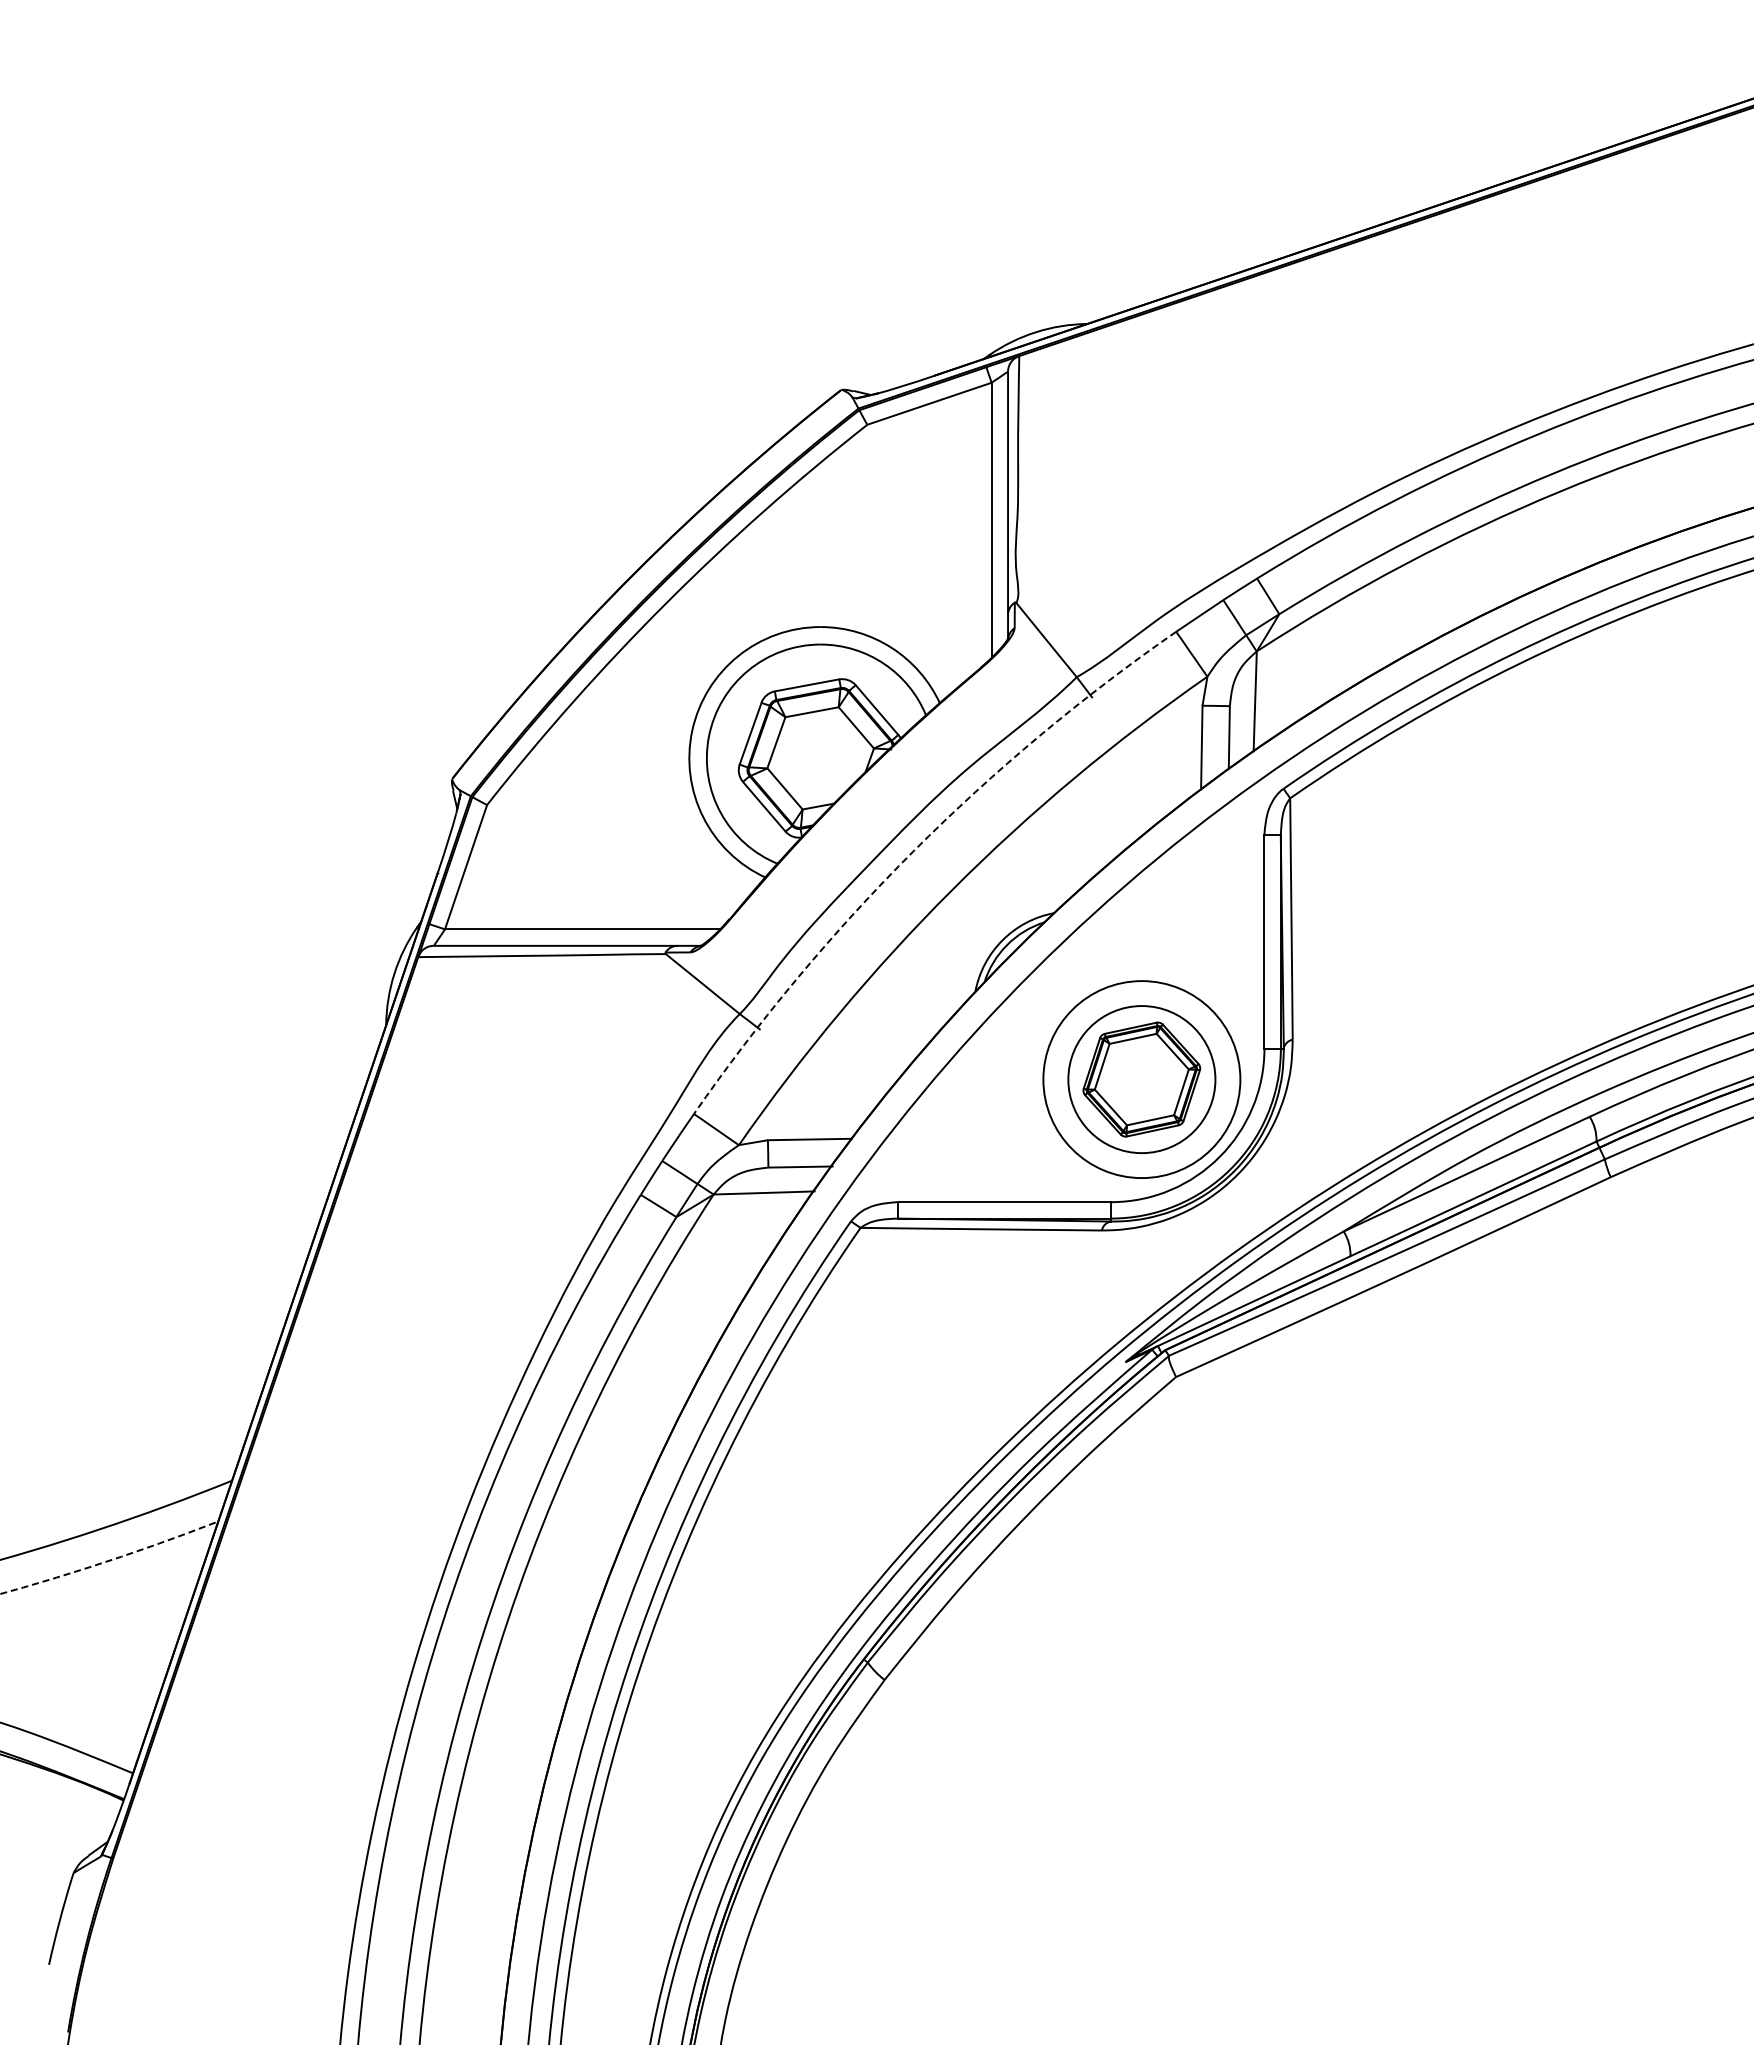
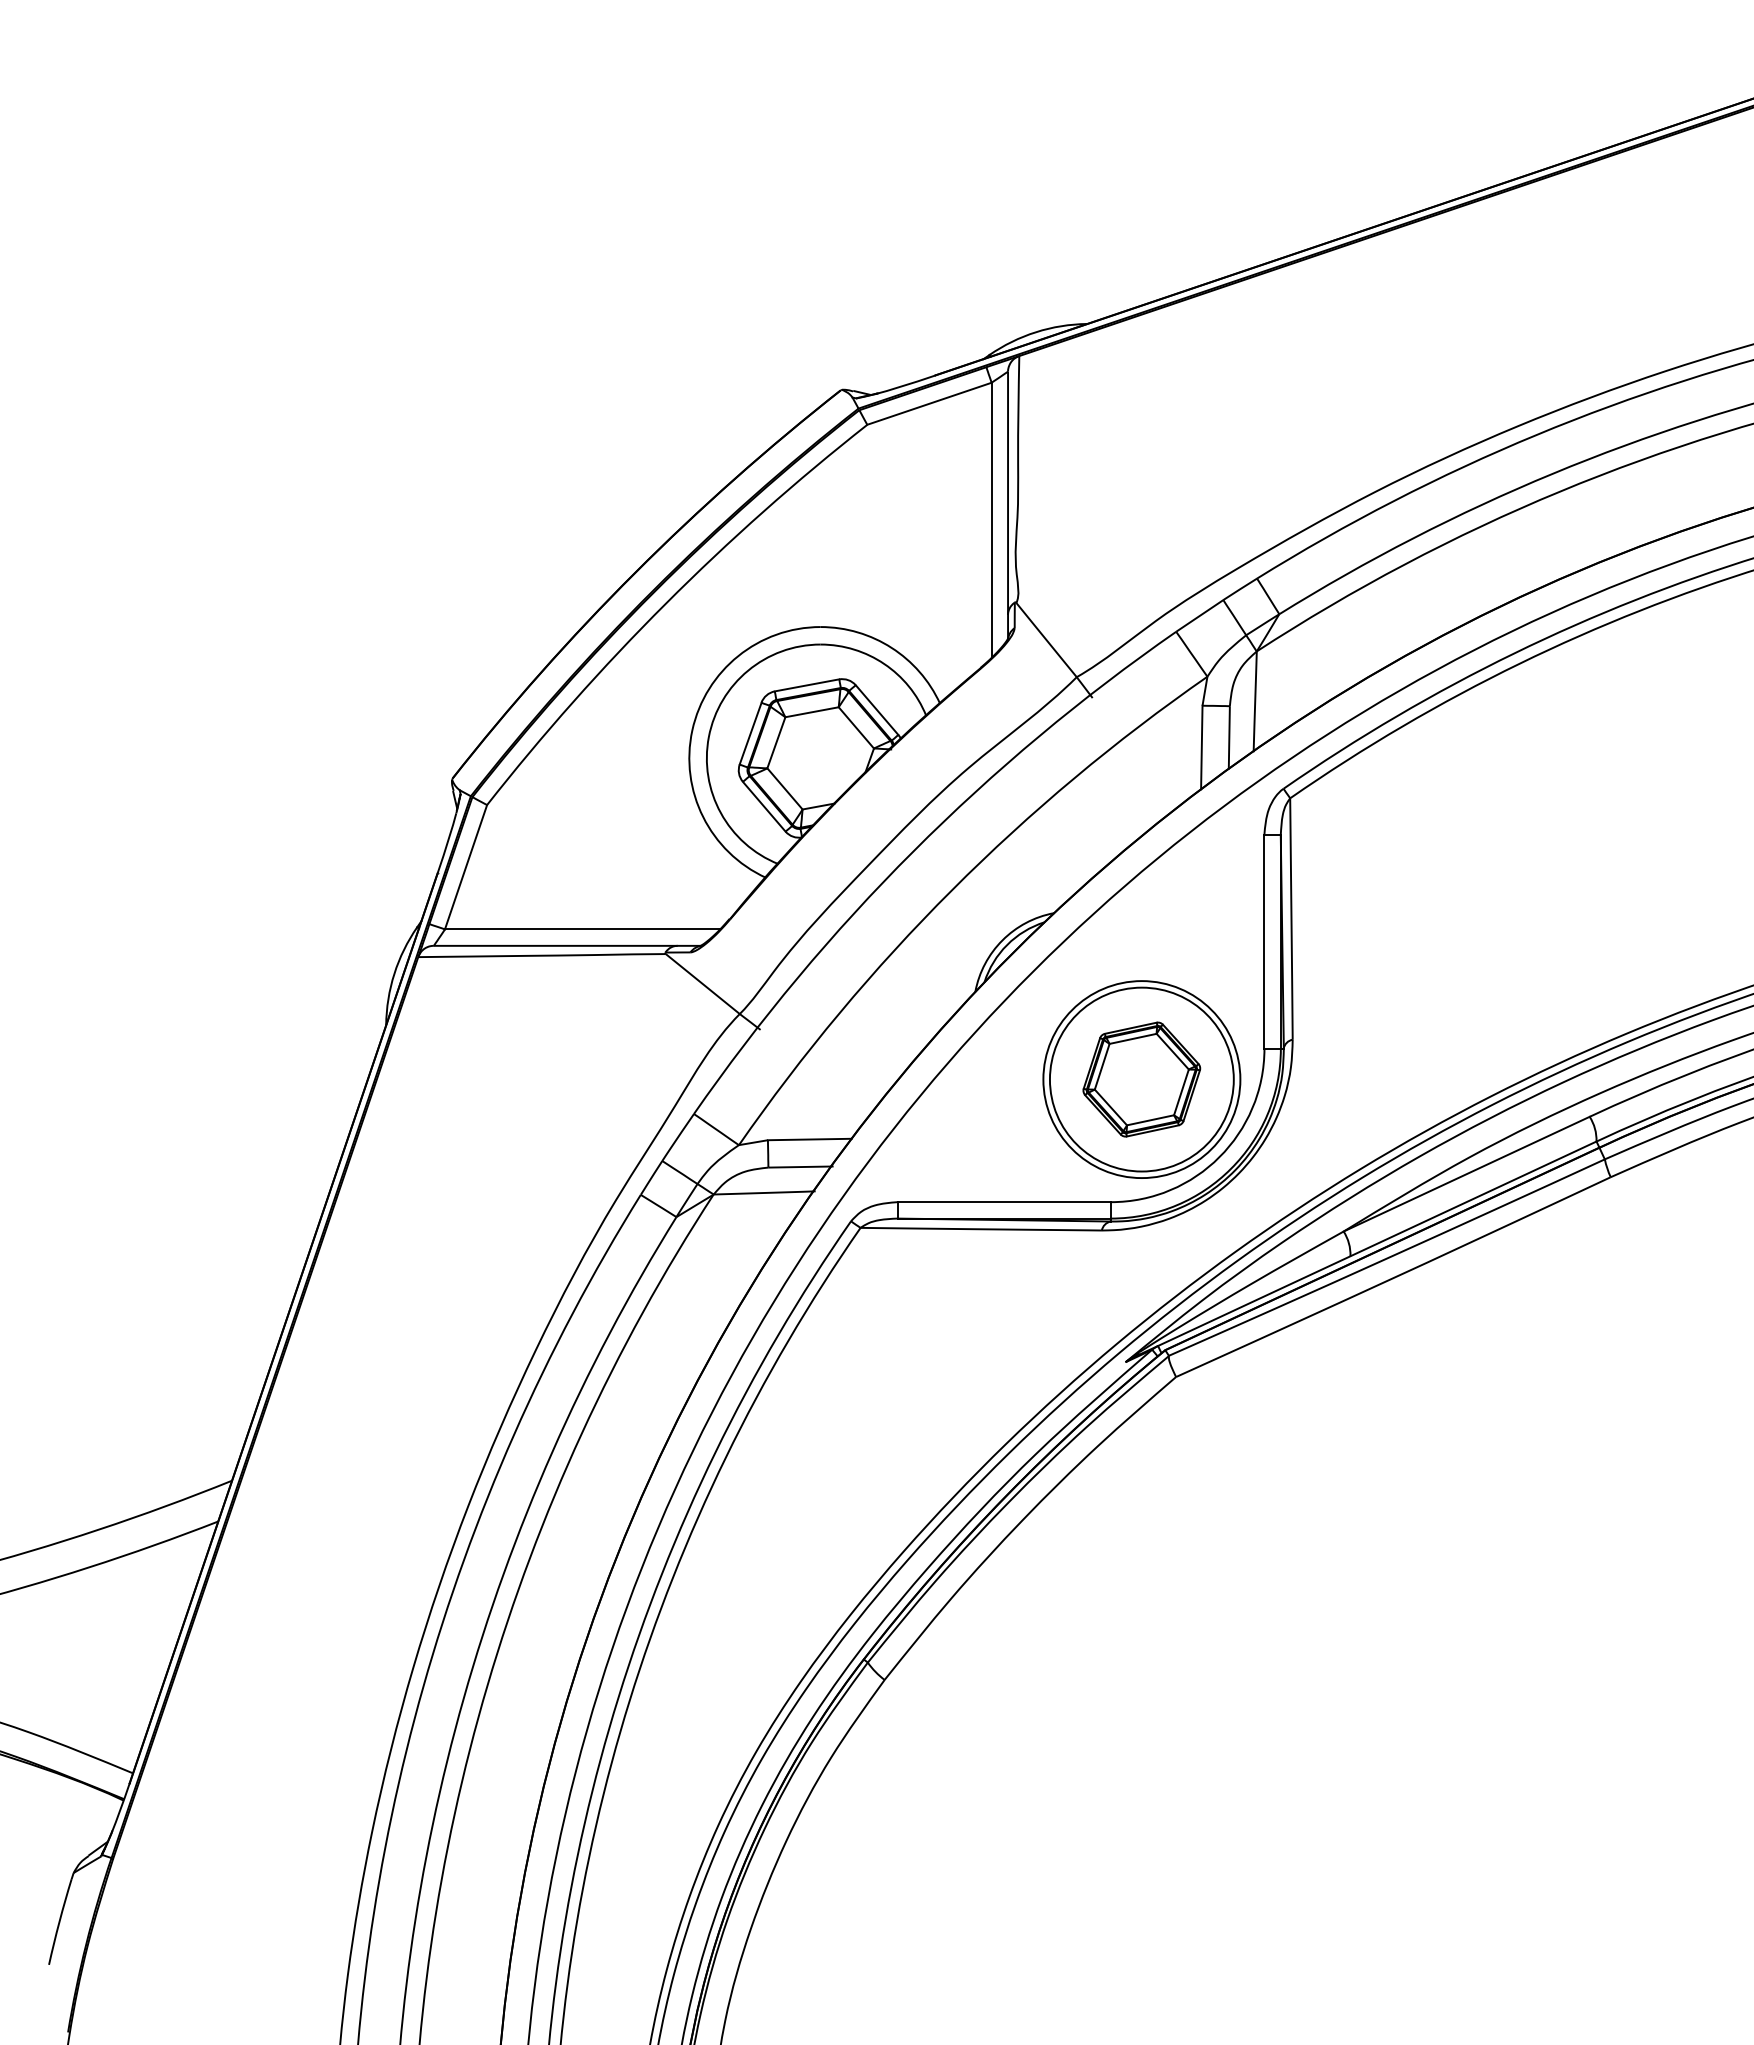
arc at (913, 851): dashed -> solid
circle at (1141, 1079) diameter: 147 px -> 184 px
arc at (110, 1560): dashed -> solid
